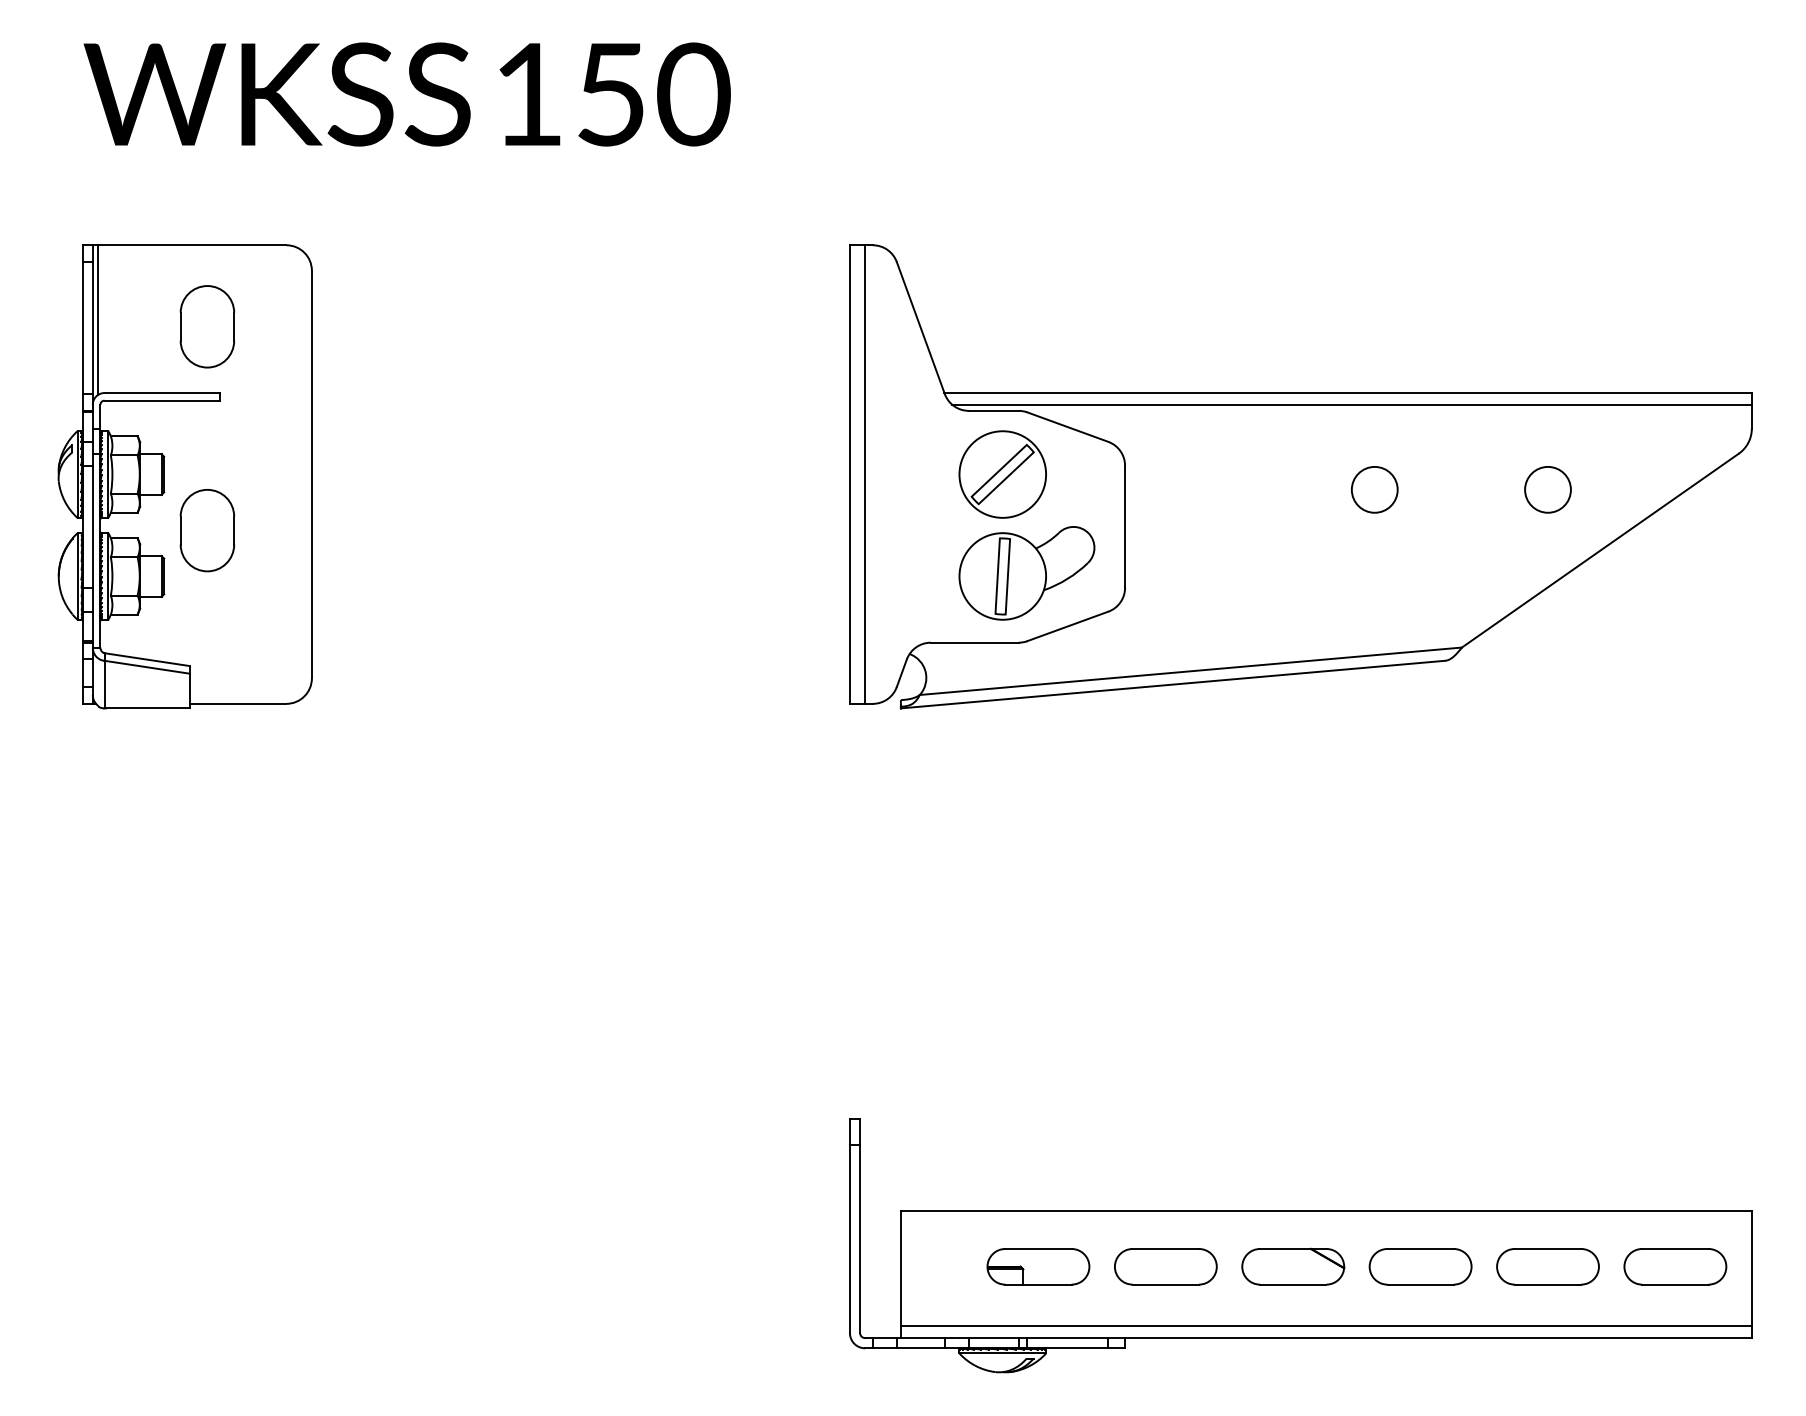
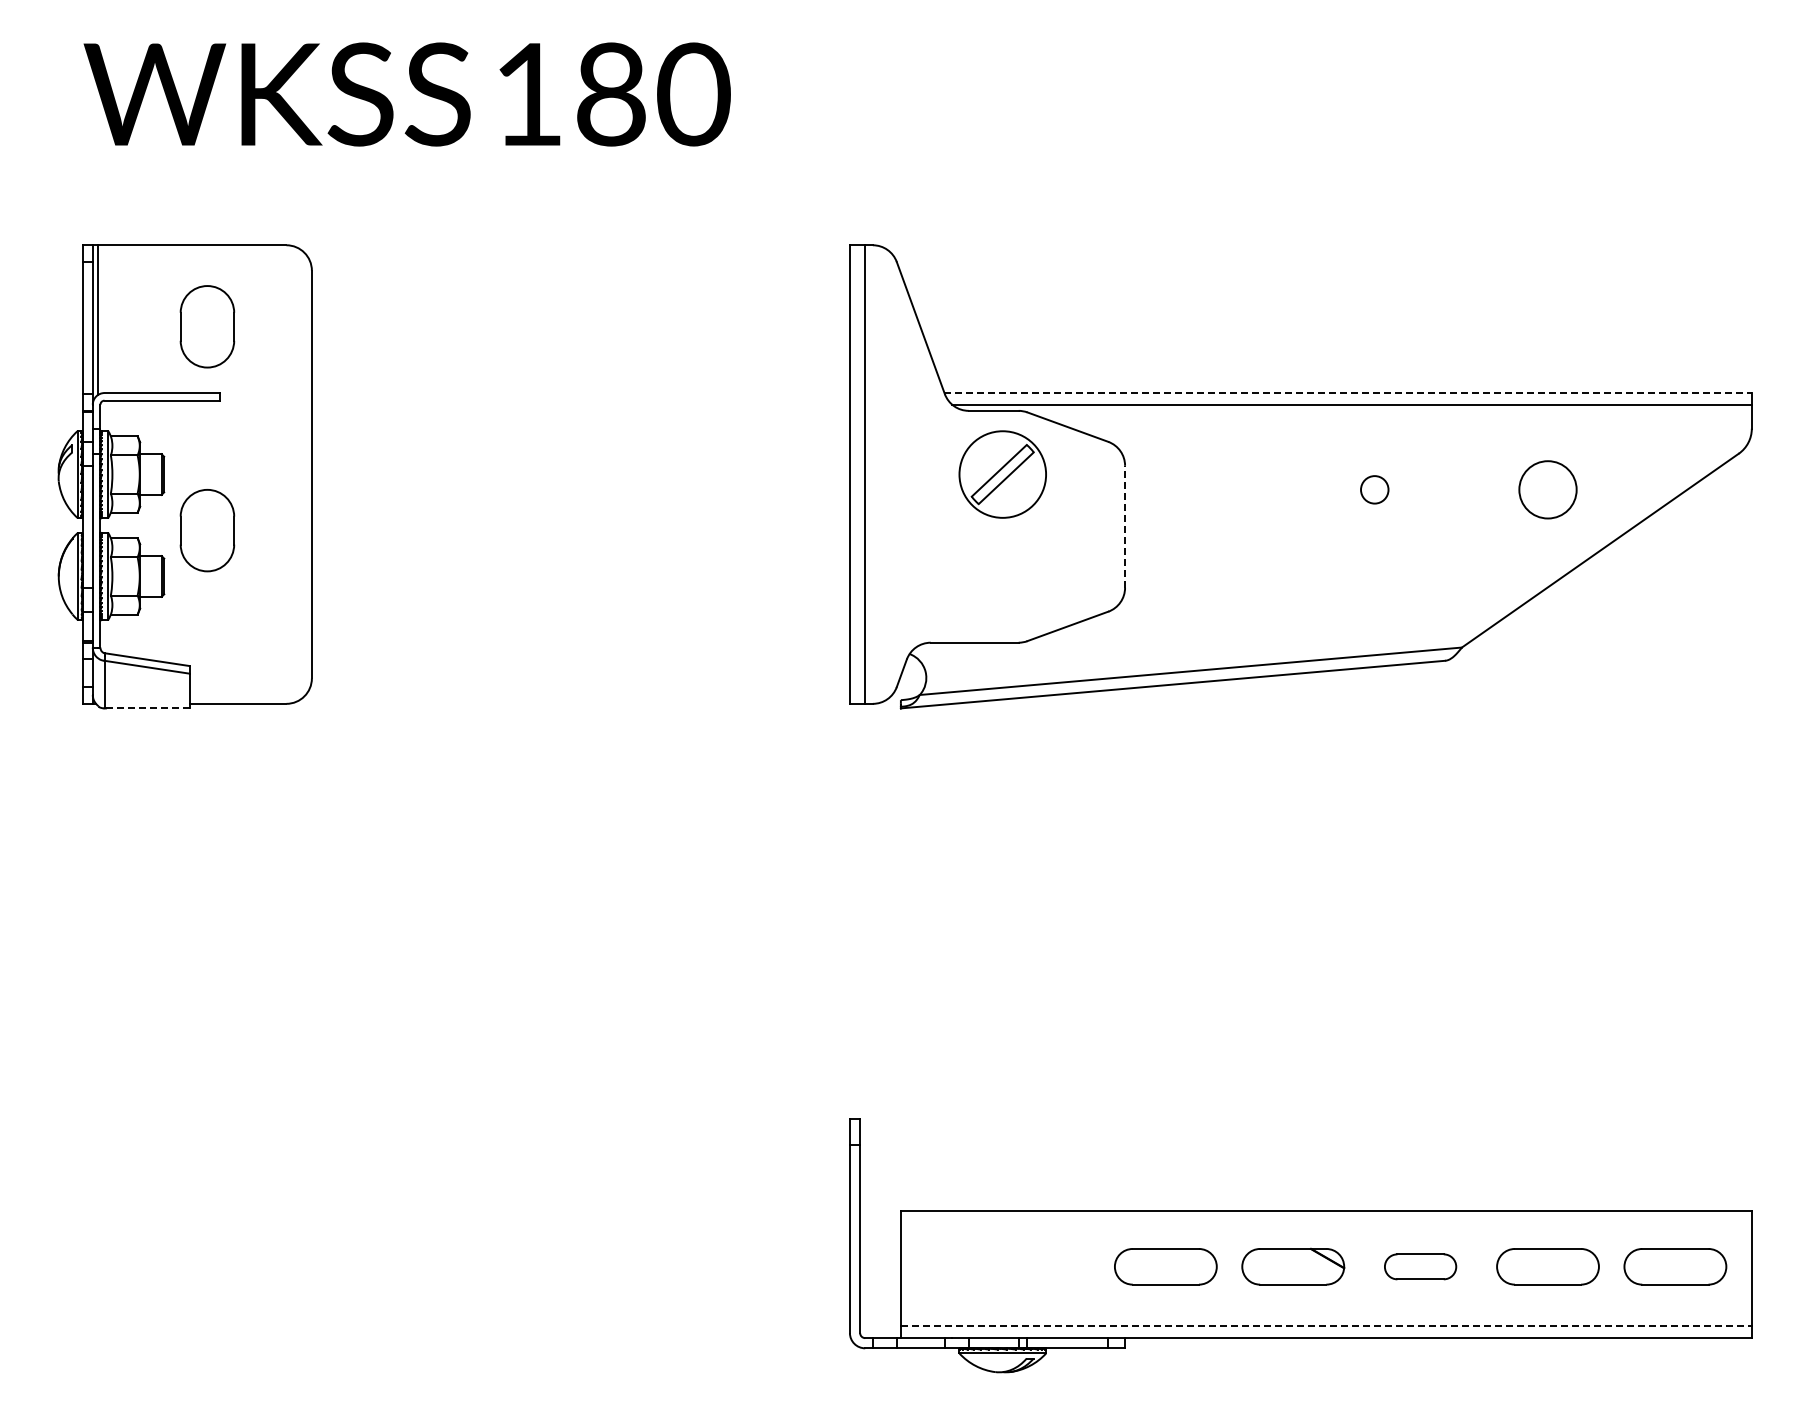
text at (611, 94): 150 -> 180
line at (1348, 393): solid -> dashed
circle at (1374, 489) diameter: 46 px -> 28 px
circle at (1547, 489) diameter: 46 px -> 57 px
line at (1125, 526): solid -> dashed
part at (1026, 573): present -> none
line at (147, 708): solid -> dashed
part at (1038, 1266): present -> none
part at (1420, 1266) size: 105x38 px -> 74x28 px
line at (1326, 1326): solid -> dashed
